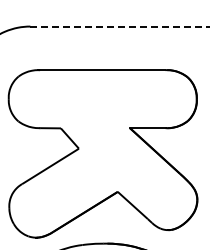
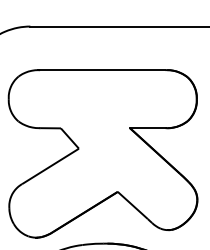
line at (120, 26): dashed -> solid
